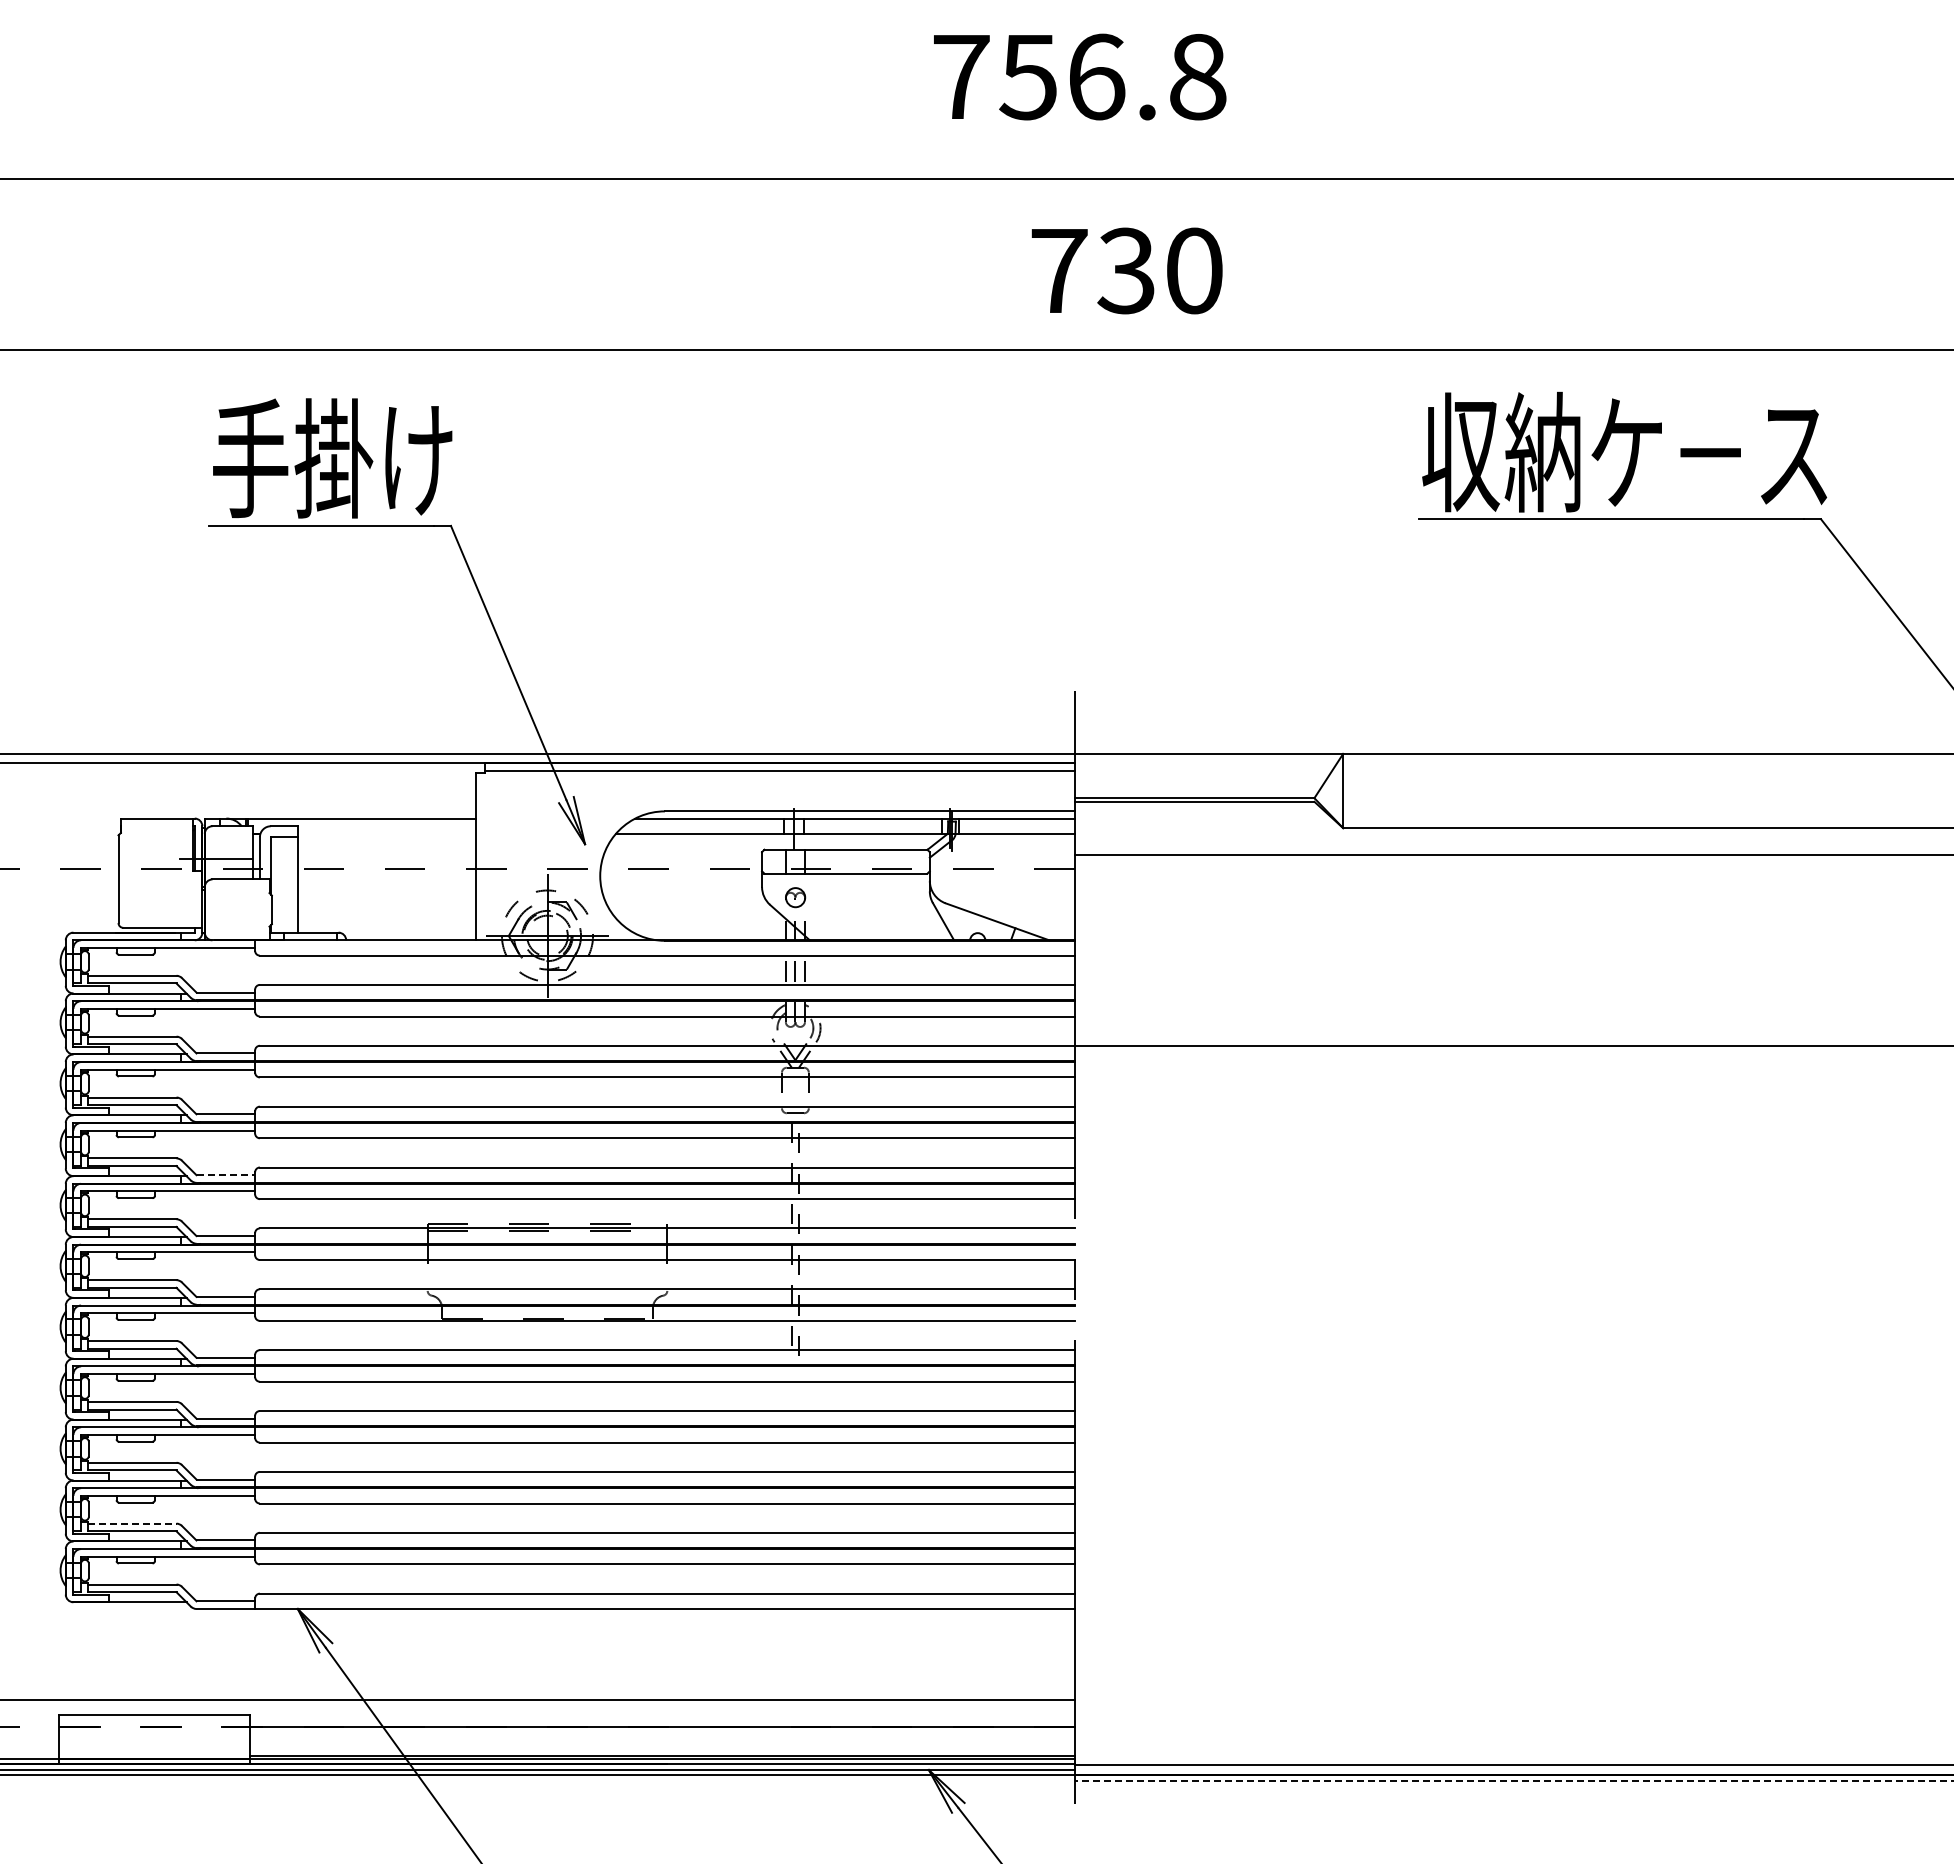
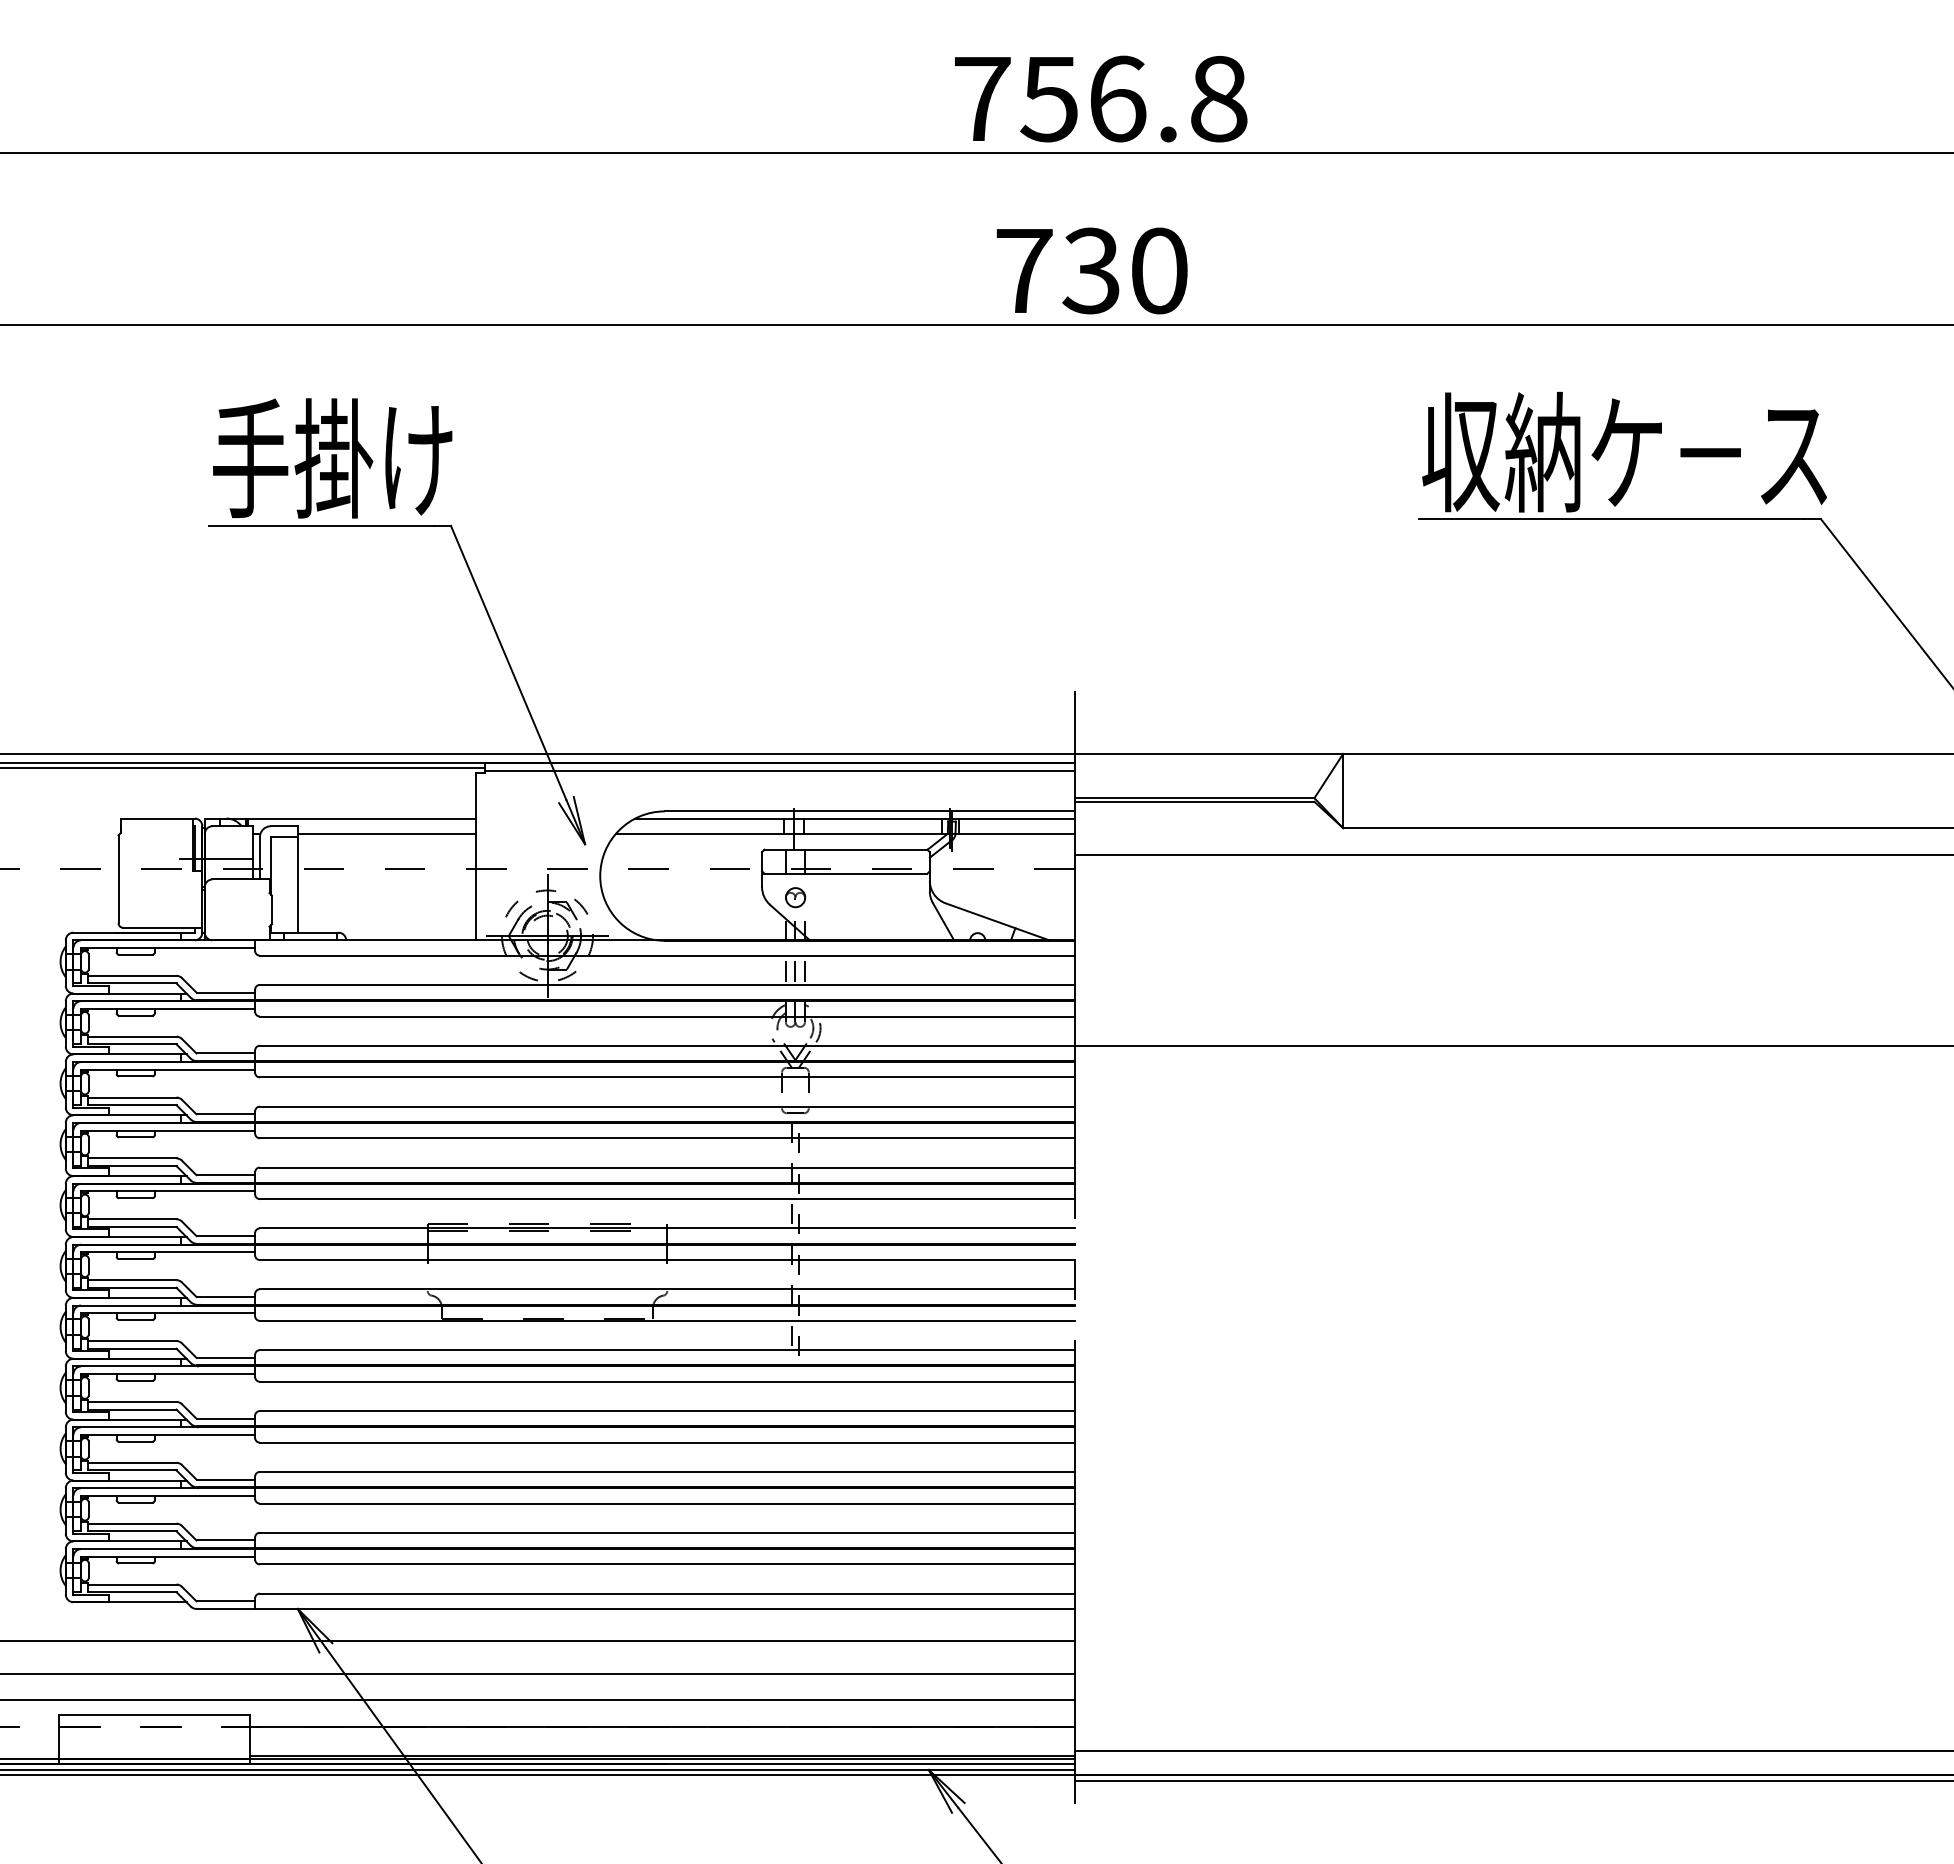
text at (1080, 76) position: (1080, 76) -> (1101, 98)
line at (976, 178) position: (976, 178) -> (976, 152)
text at (1126, 270) position: (1126, 270) -> (1091, 270)
line at (976, 349) position: (976, 349) -> (976, 324)
line at (243, 768): none -> present
line at (386, 833): none -> present
line at (226, 1175): dashed -> solid
line at (132, 1523): dashed -> solid
line at (538, 1640): none -> present
line at (538, 1674): none -> present
line at (1512, 1764) position: (1512, 1764) -> (1512, 1750)
line at (1513, 1780): dashed -> solid
